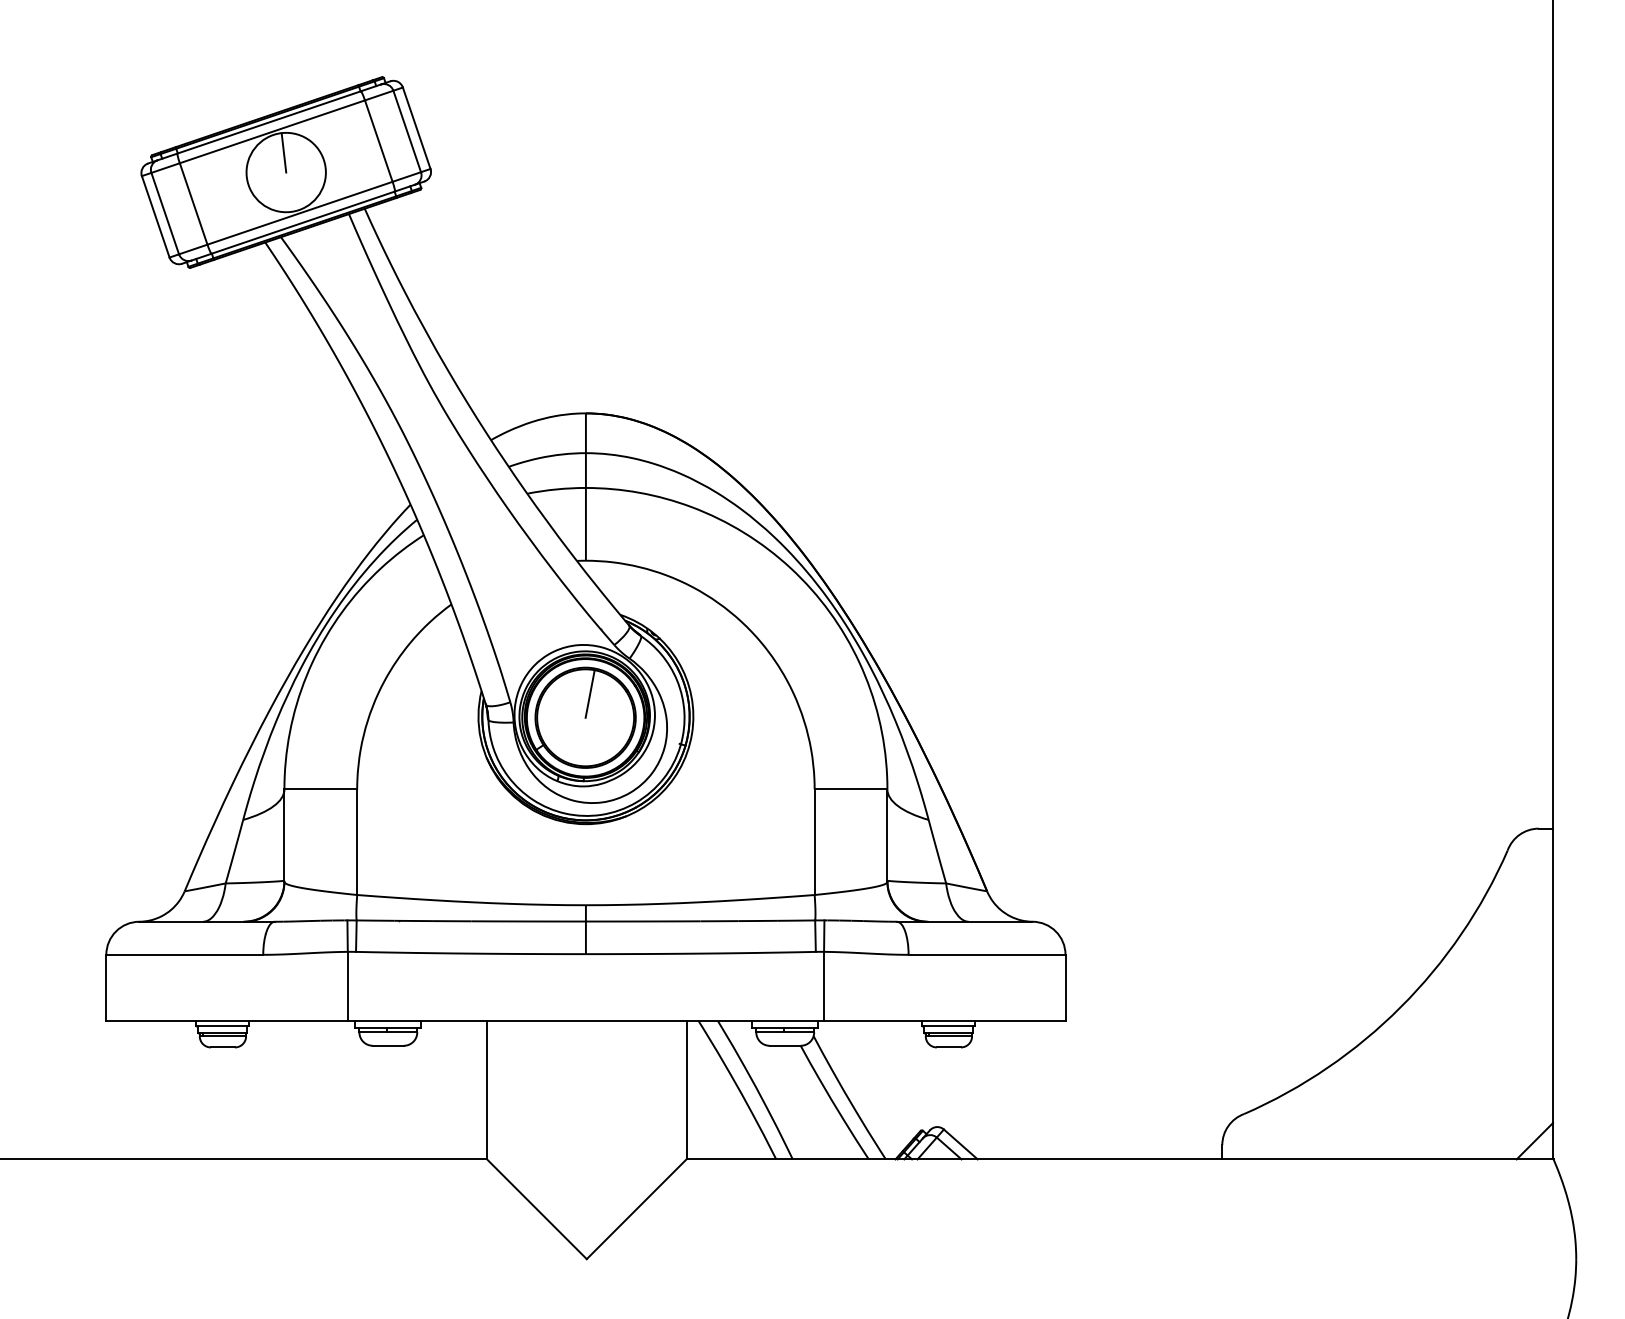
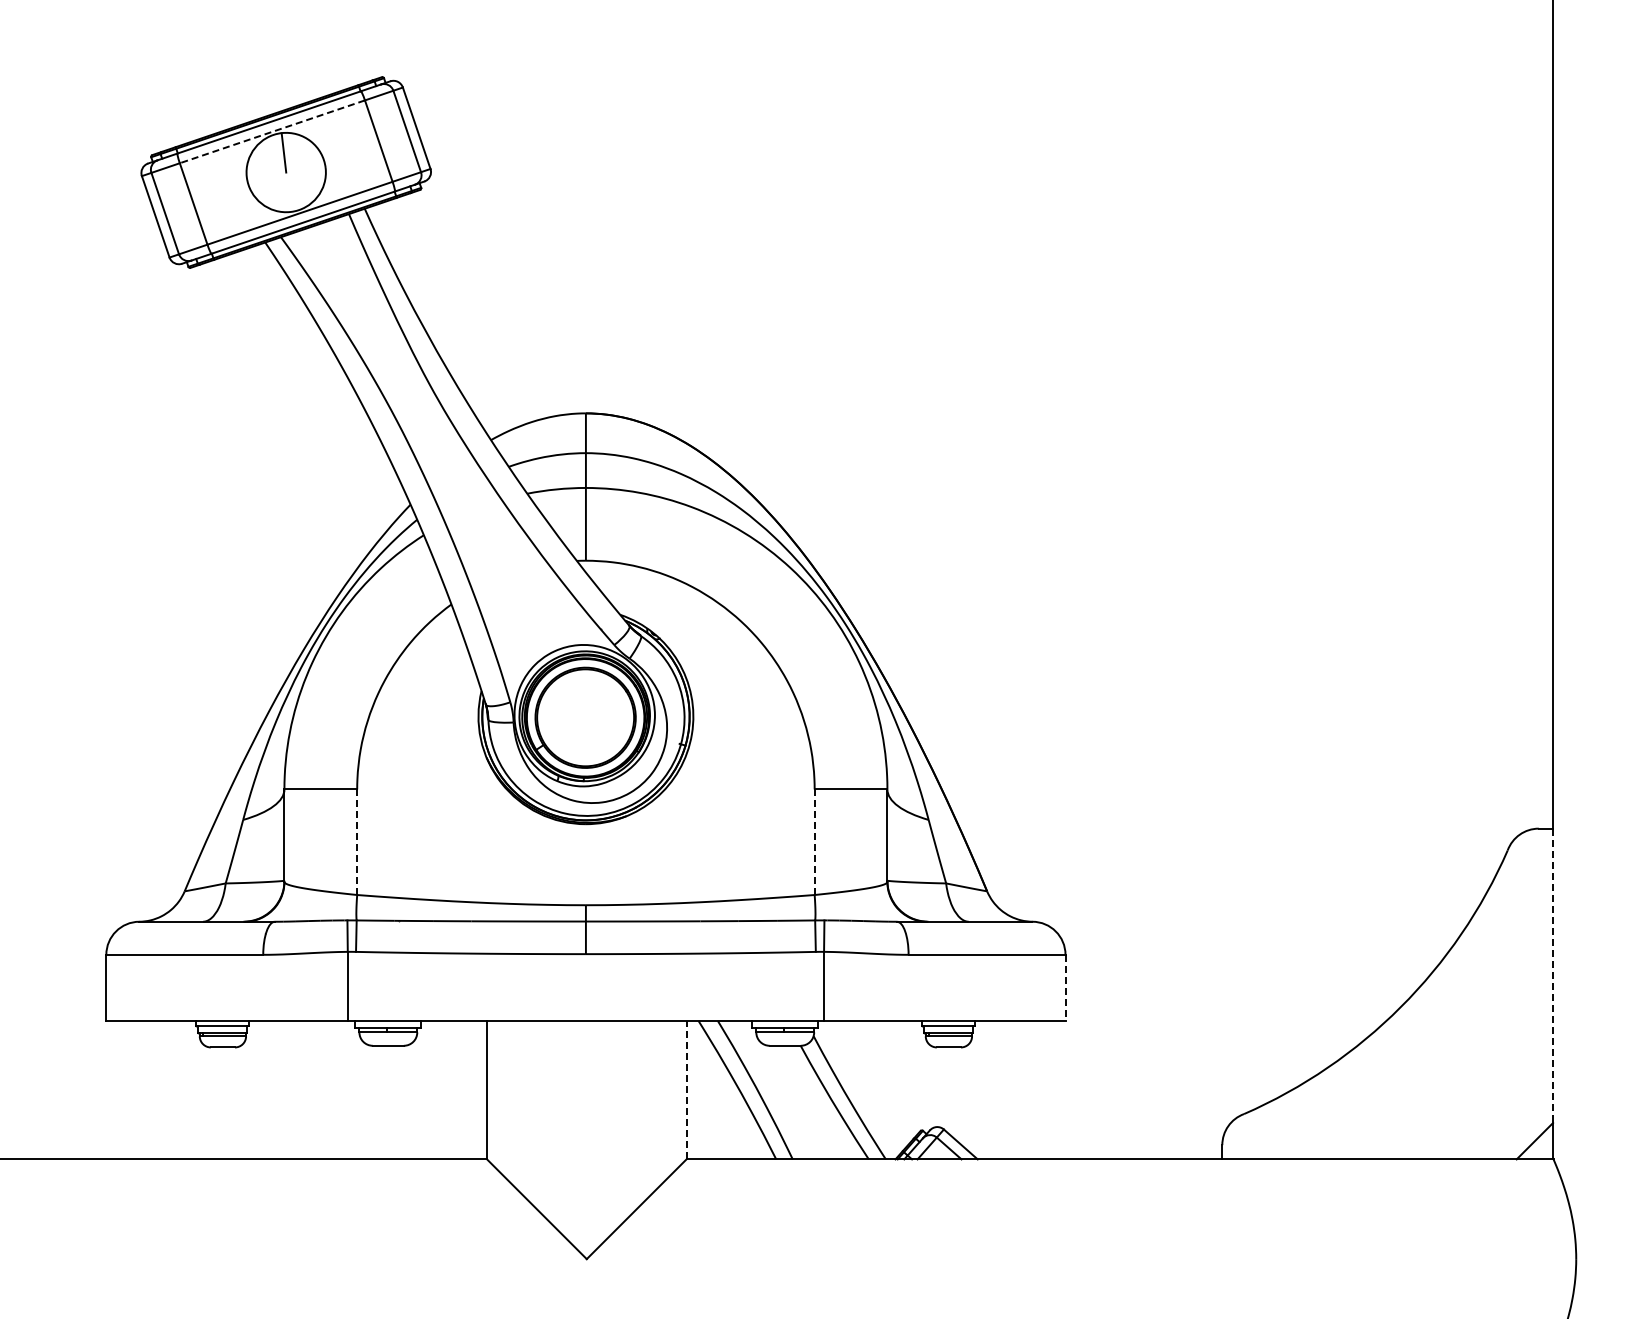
line at (272, 131): solid -> dashed
line at (589, 693): present -> none
line at (357, 842): solid -> dashed
line at (814, 842): solid -> dashed
line at (1553, 976): solid -> dashed
line at (1065, 988): solid -> dashed
line at (686, 1089): solid -> dashed
